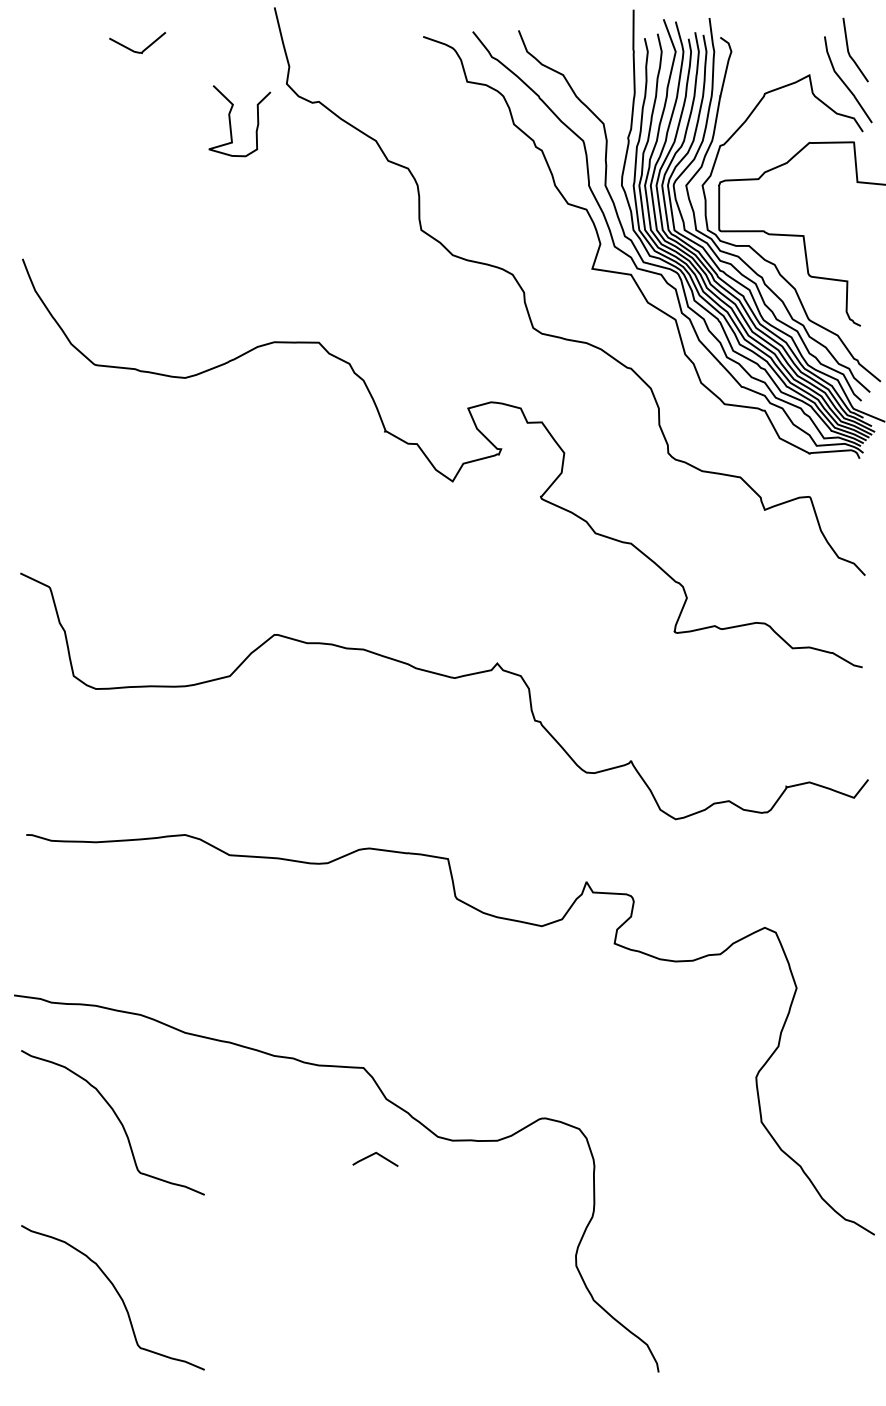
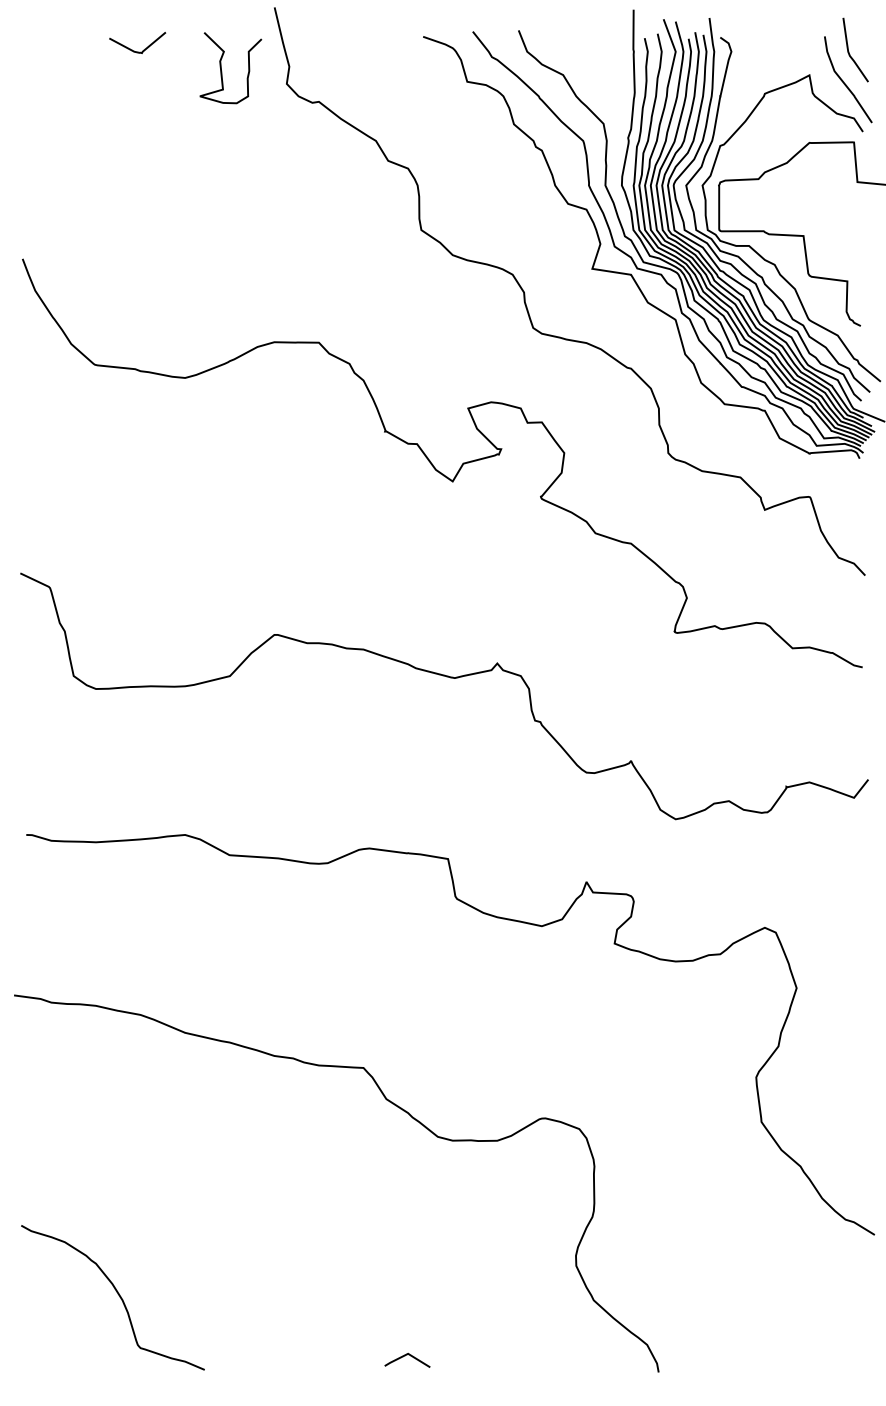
curve at (231, 124) position: (231, 124) -> (222, 71)
curve at (117, 1119): present -> none
line at (373, 1155) position: (373, 1155) -> (405, 1356)
